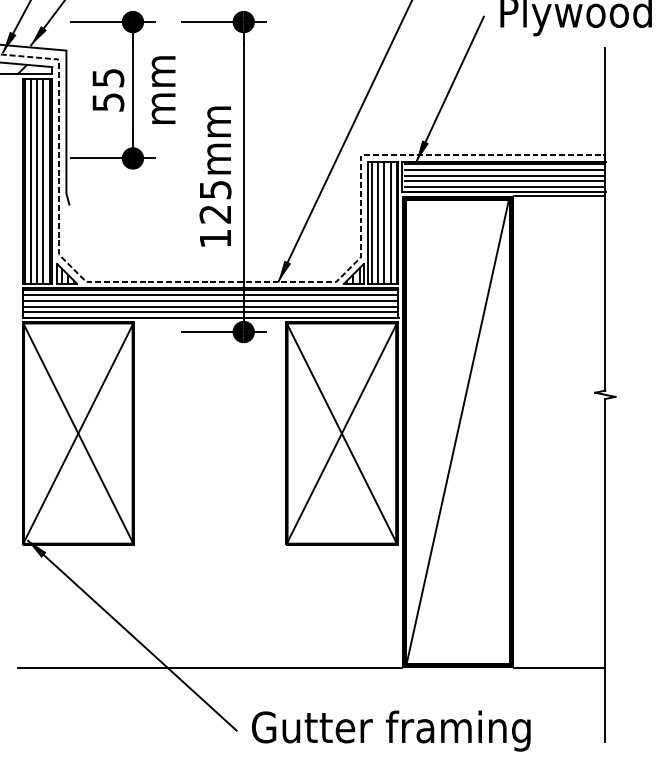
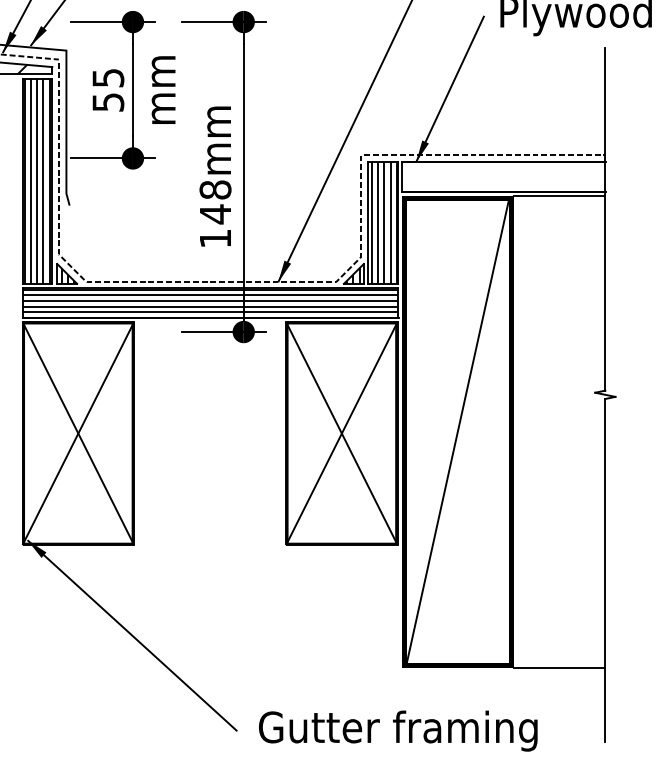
hatch at (504, 175): present -> none
text at (215, 202): 125mm -> 148mm
line at (209, 667): present -> none
text at (391, 730) position: (391, 730) -> (398, 730)
